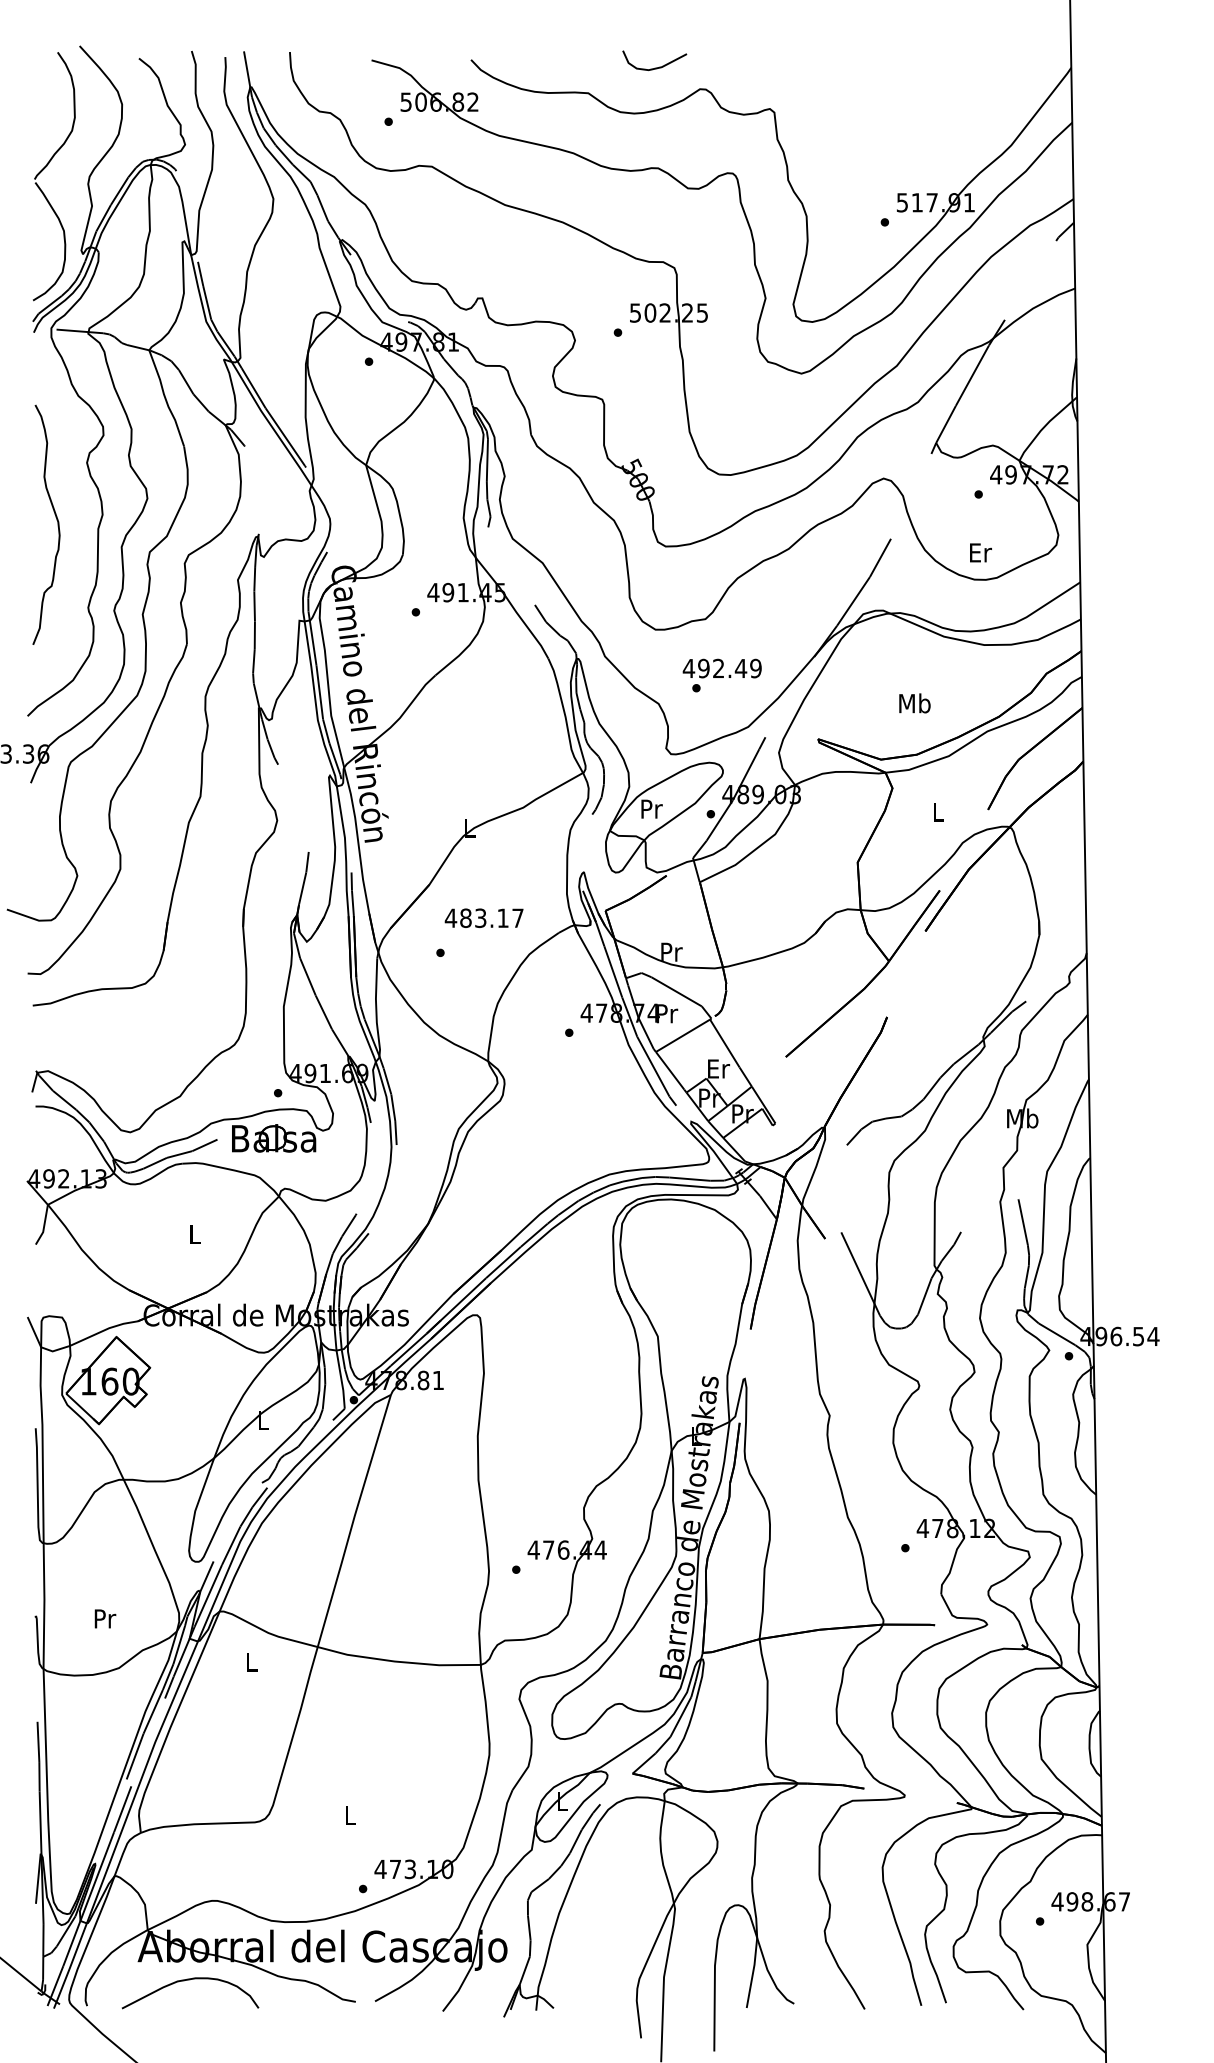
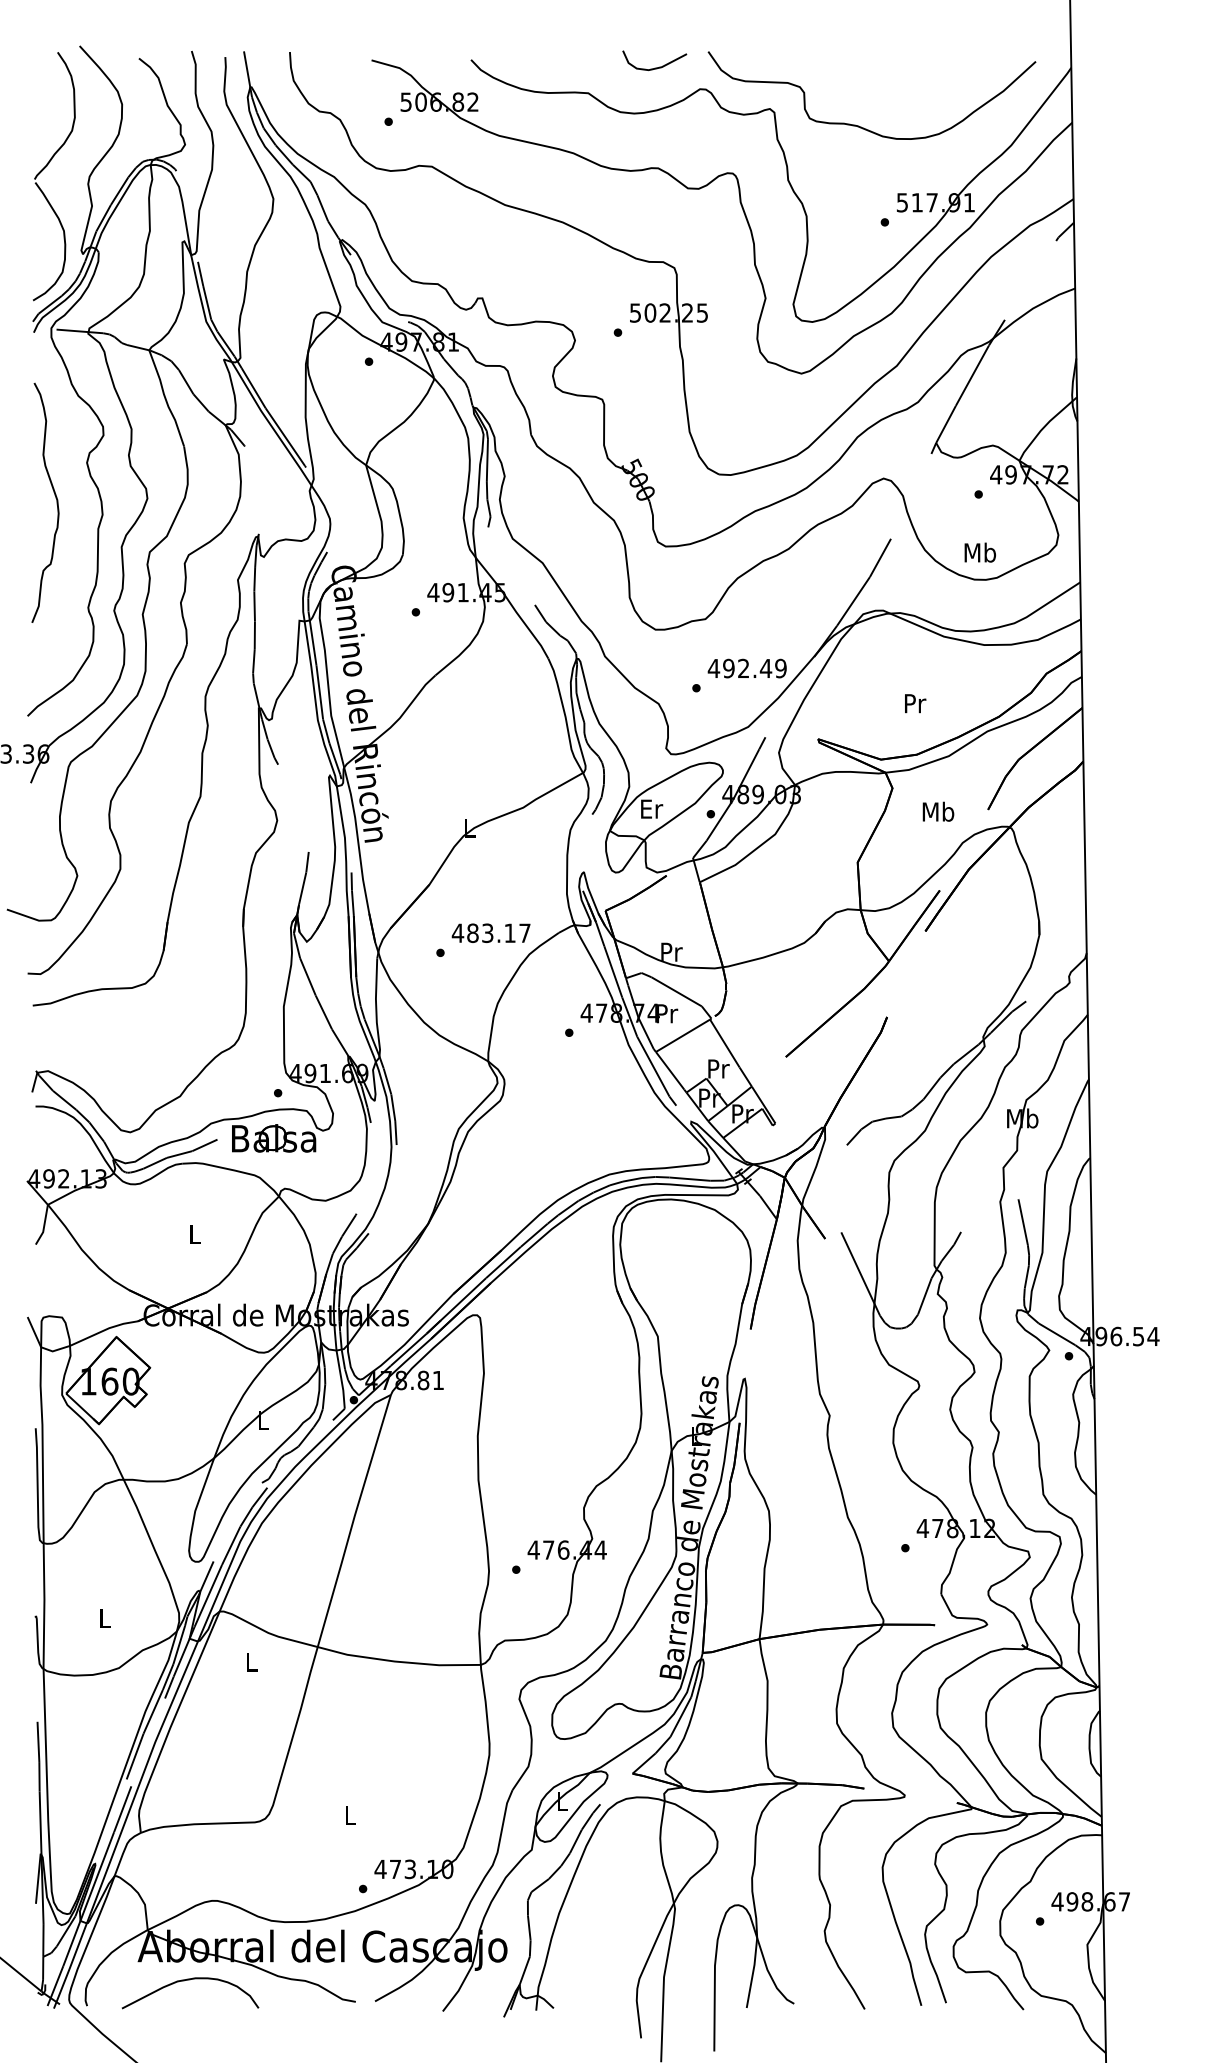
curve at (861, 126): none -> present
curve at (56, 520) position: (56, 520) -> (55, 498)
text at (980, 552): Er -> Mb
text at (721, 668) position: (721, 668) -> (746, 668)
text at (914, 703): Mb -> Pr
text at (652, 808): Pr -> Er
text at (938, 811): L -> Mb
text at (483, 917) position: (483, 917) -> (490, 932)
text at (719, 1068): Er -> Pr
text at (105, 1618): Pr -> L
